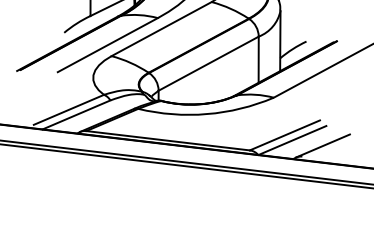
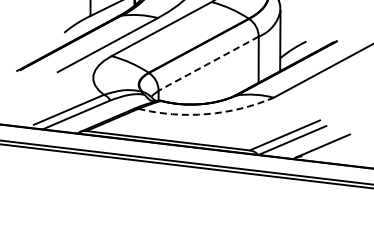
line at (208, 63): solid -> dashed
arc at (206, 114): solid -> dashed
